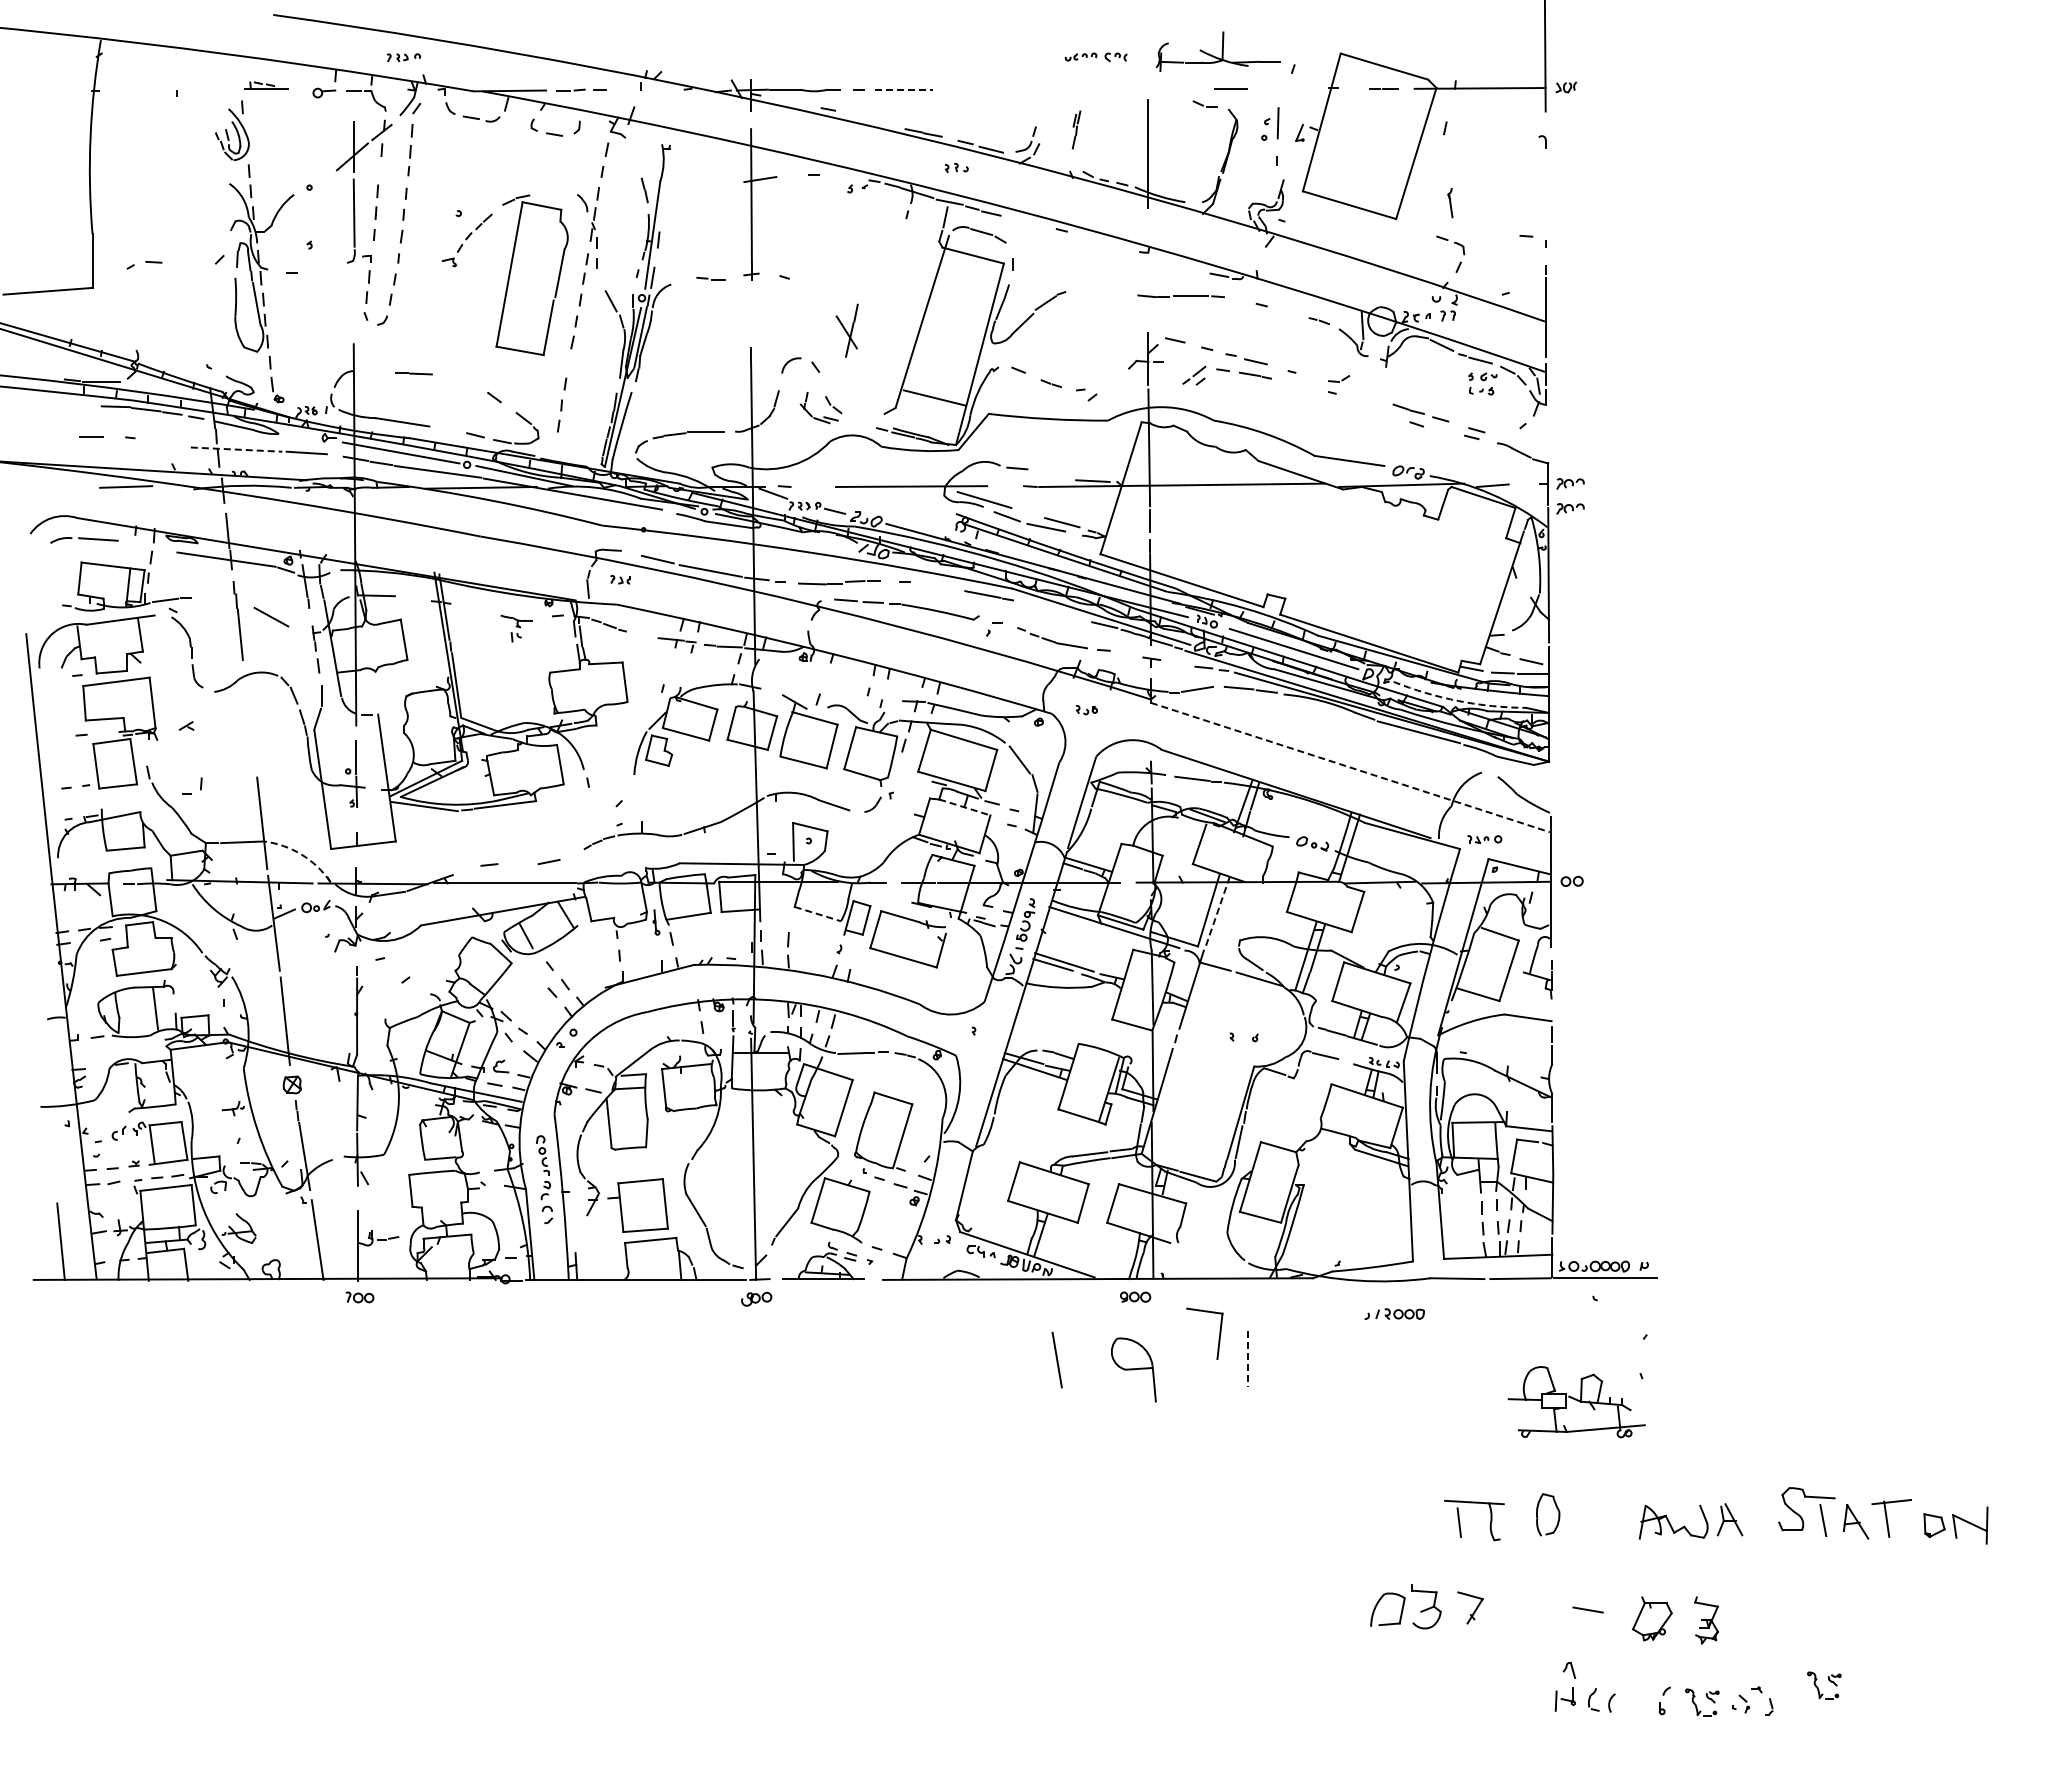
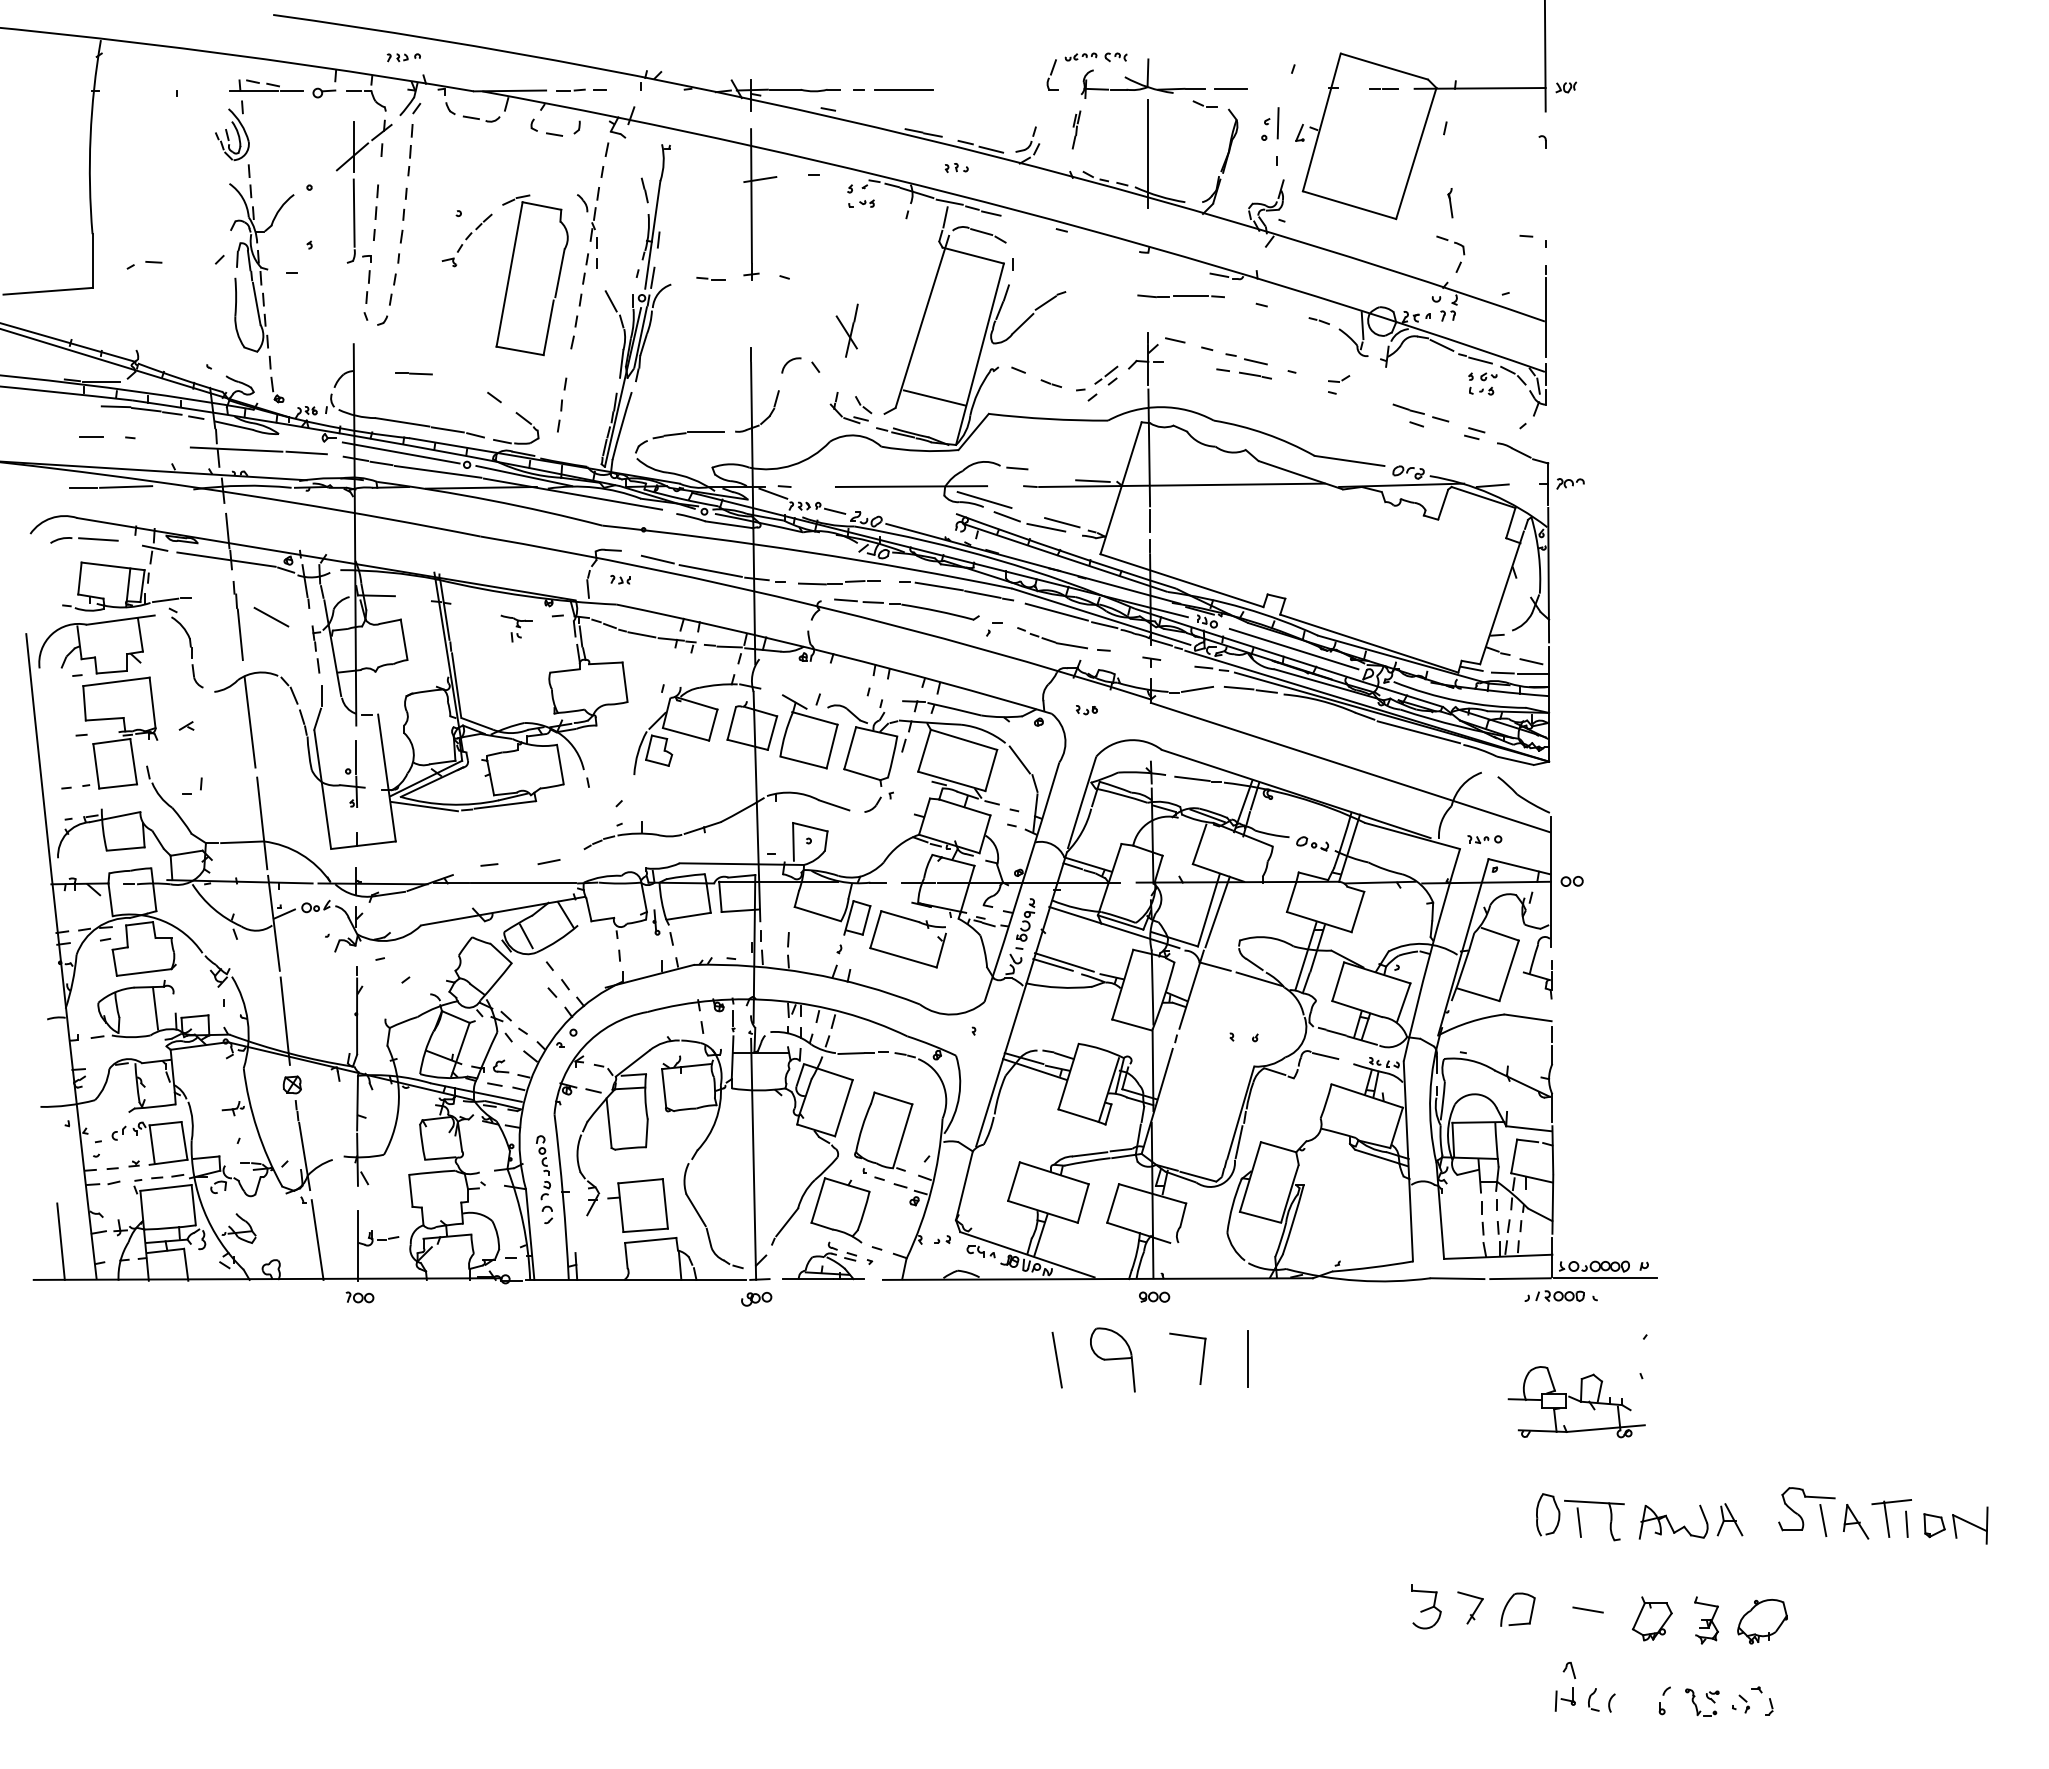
part at (1217, 51) position: (1217, 51) -> (1142, 78)
part at (1052, 74): none -> present
part at (266, 85) size: 45x9 px -> 75x13 px
line at (904, 89): dashed -> solid
part at (861, 203): none -> present
part at (1194, 375) position: (1194, 375) -> (1106, 375)
part at (823, 416) position: (823, 416) -> (853, 416)
line at (447, 429): none -> present
line at (236, 449): dashed -> solid
line at (82, 487): none -> present
part at (1570, 508): present -> none
line at (154, 547): none -> present
line at (938, 586): none -> present
line at (1056, 611): none -> present
line at (641, 634): none -> present
arc at (1458, 701): dashed -> solid
line at (249, 721): none -> present
line at (1350, 767): dashed -> solid
line at (964, 807): dashed -> solid
arc at (301, 854): dashed -> solid
line at (1217, 912): dashed -> solid
line at (818, 914): dashed -> solid
part at (1135, 1296) position: (1135, 1296) -> (1154, 1296)
part at (1394, 1313) position: (1394, 1313) -> (1554, 1295)
part at (1218, 1338) position: (1218, 1338) -> (1201, 1363)
line at (1248, 1358): dashed -> solid
part at (1133, 1369) position: (1133, 1369) -> (1112, 1359)
part at (1460, 1521) position: (1460, 1521) -> (1580, 1521)
line at (1906, 1523): none -> present
part at (1379, 1602) position: (1379, 1602) -> (1509, 1602)
part at (1762, 1621): none -> present
part at (1818, 1687): present -> none
